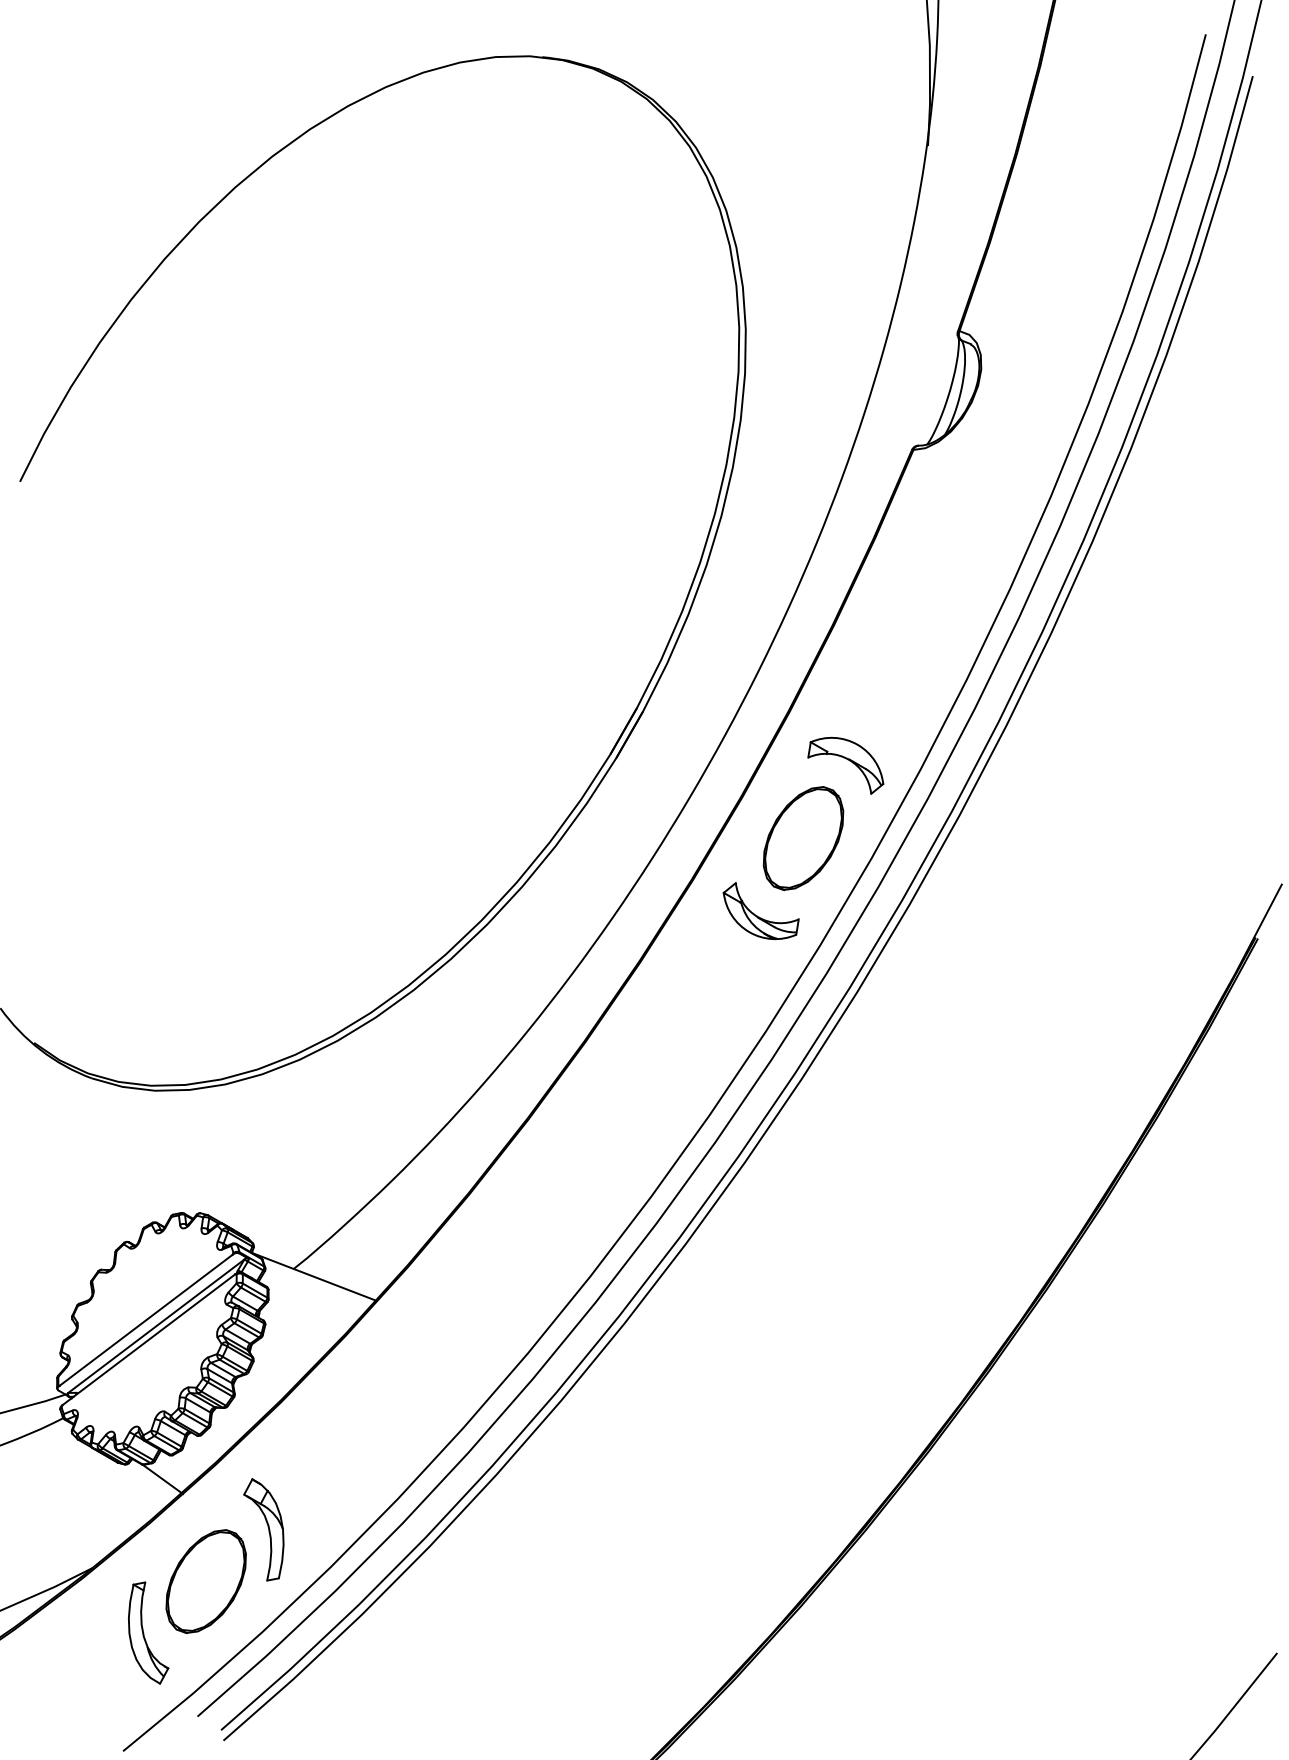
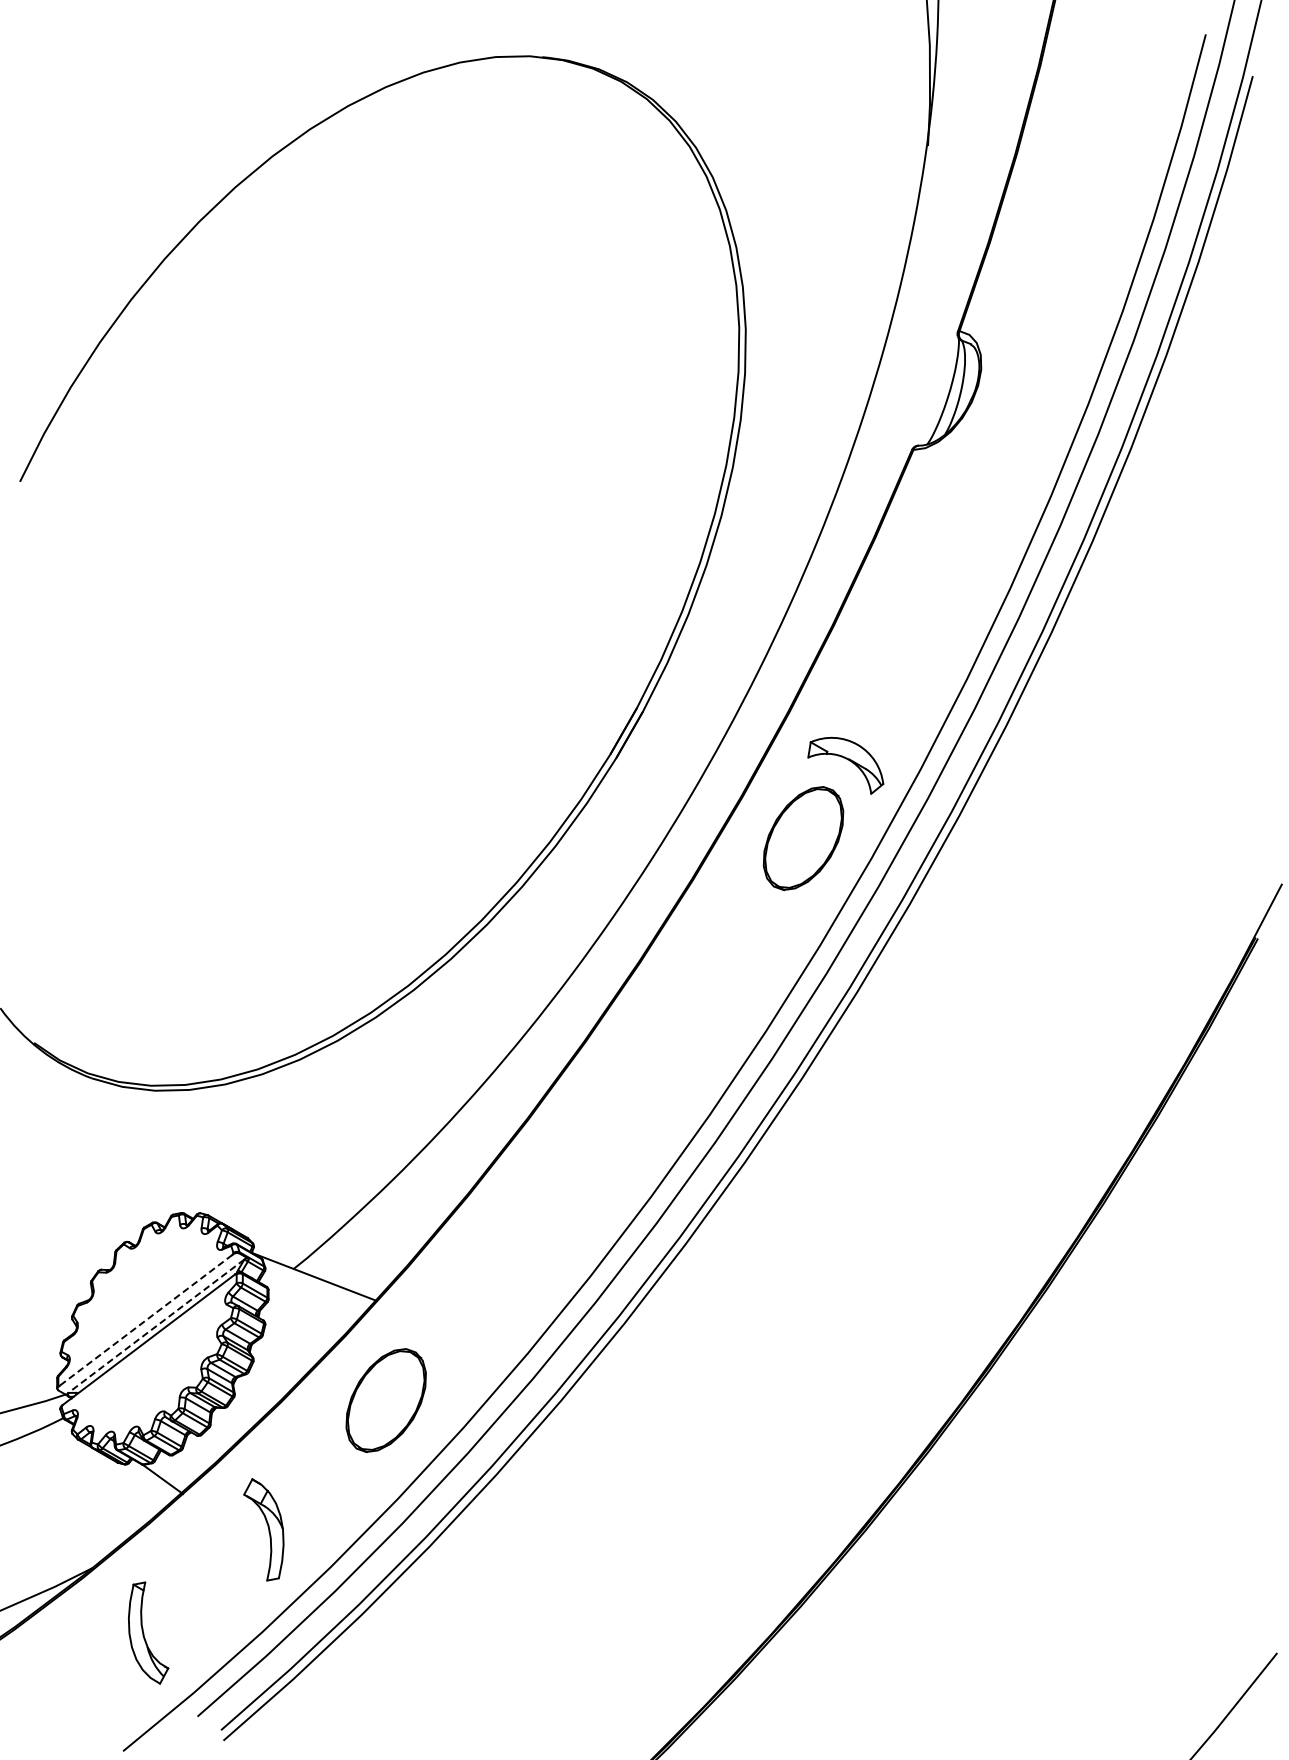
part at (760, 911): present -> none
line at (145, 1320): solid -> dashed
line at (156, 1326): solid -> dashed
part at (205, 1581) position: (205, 1581) -> (385, 1400)
